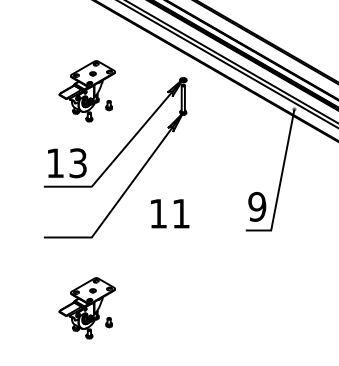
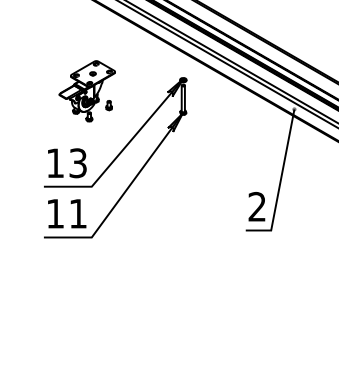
text at (257, 206): 9 -> 2
text at (170, 213) position: (170, 213) -> (67, 213)
part at (86, 308): present -> none
